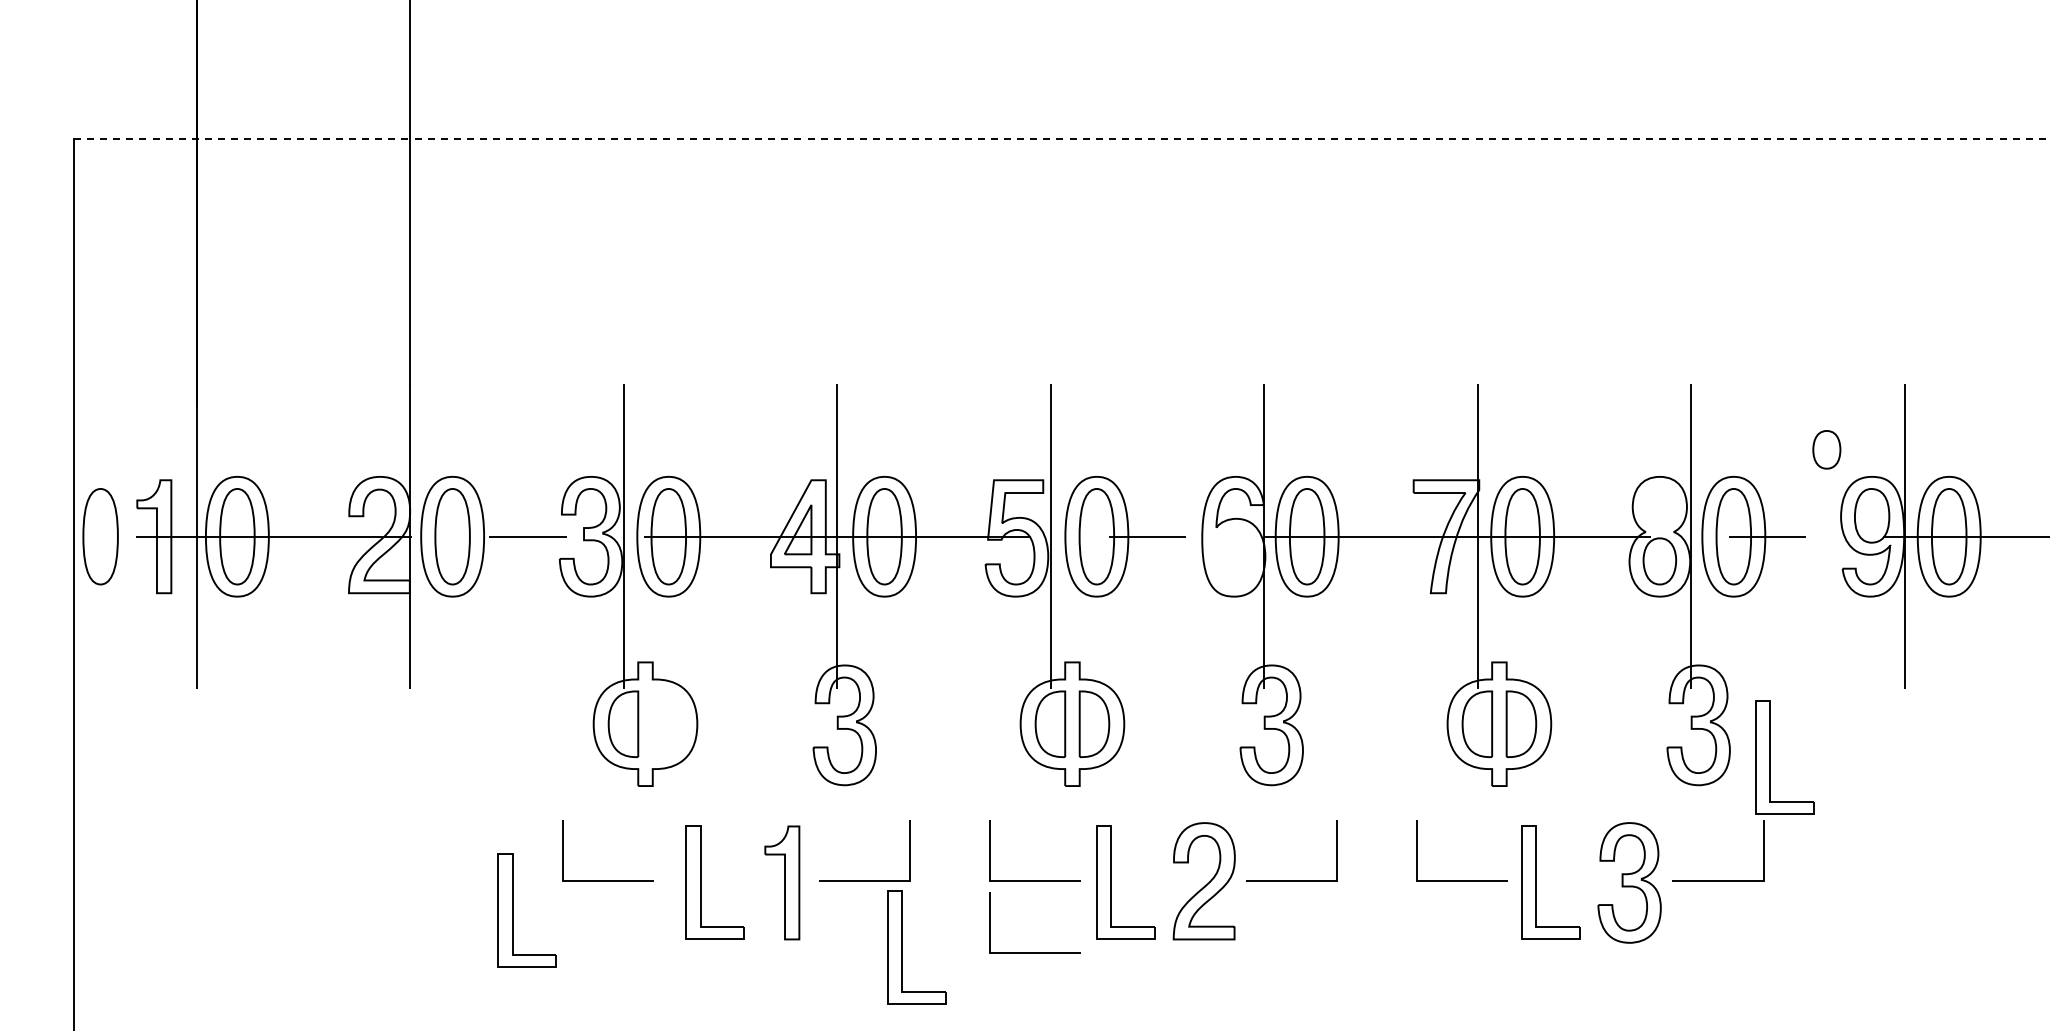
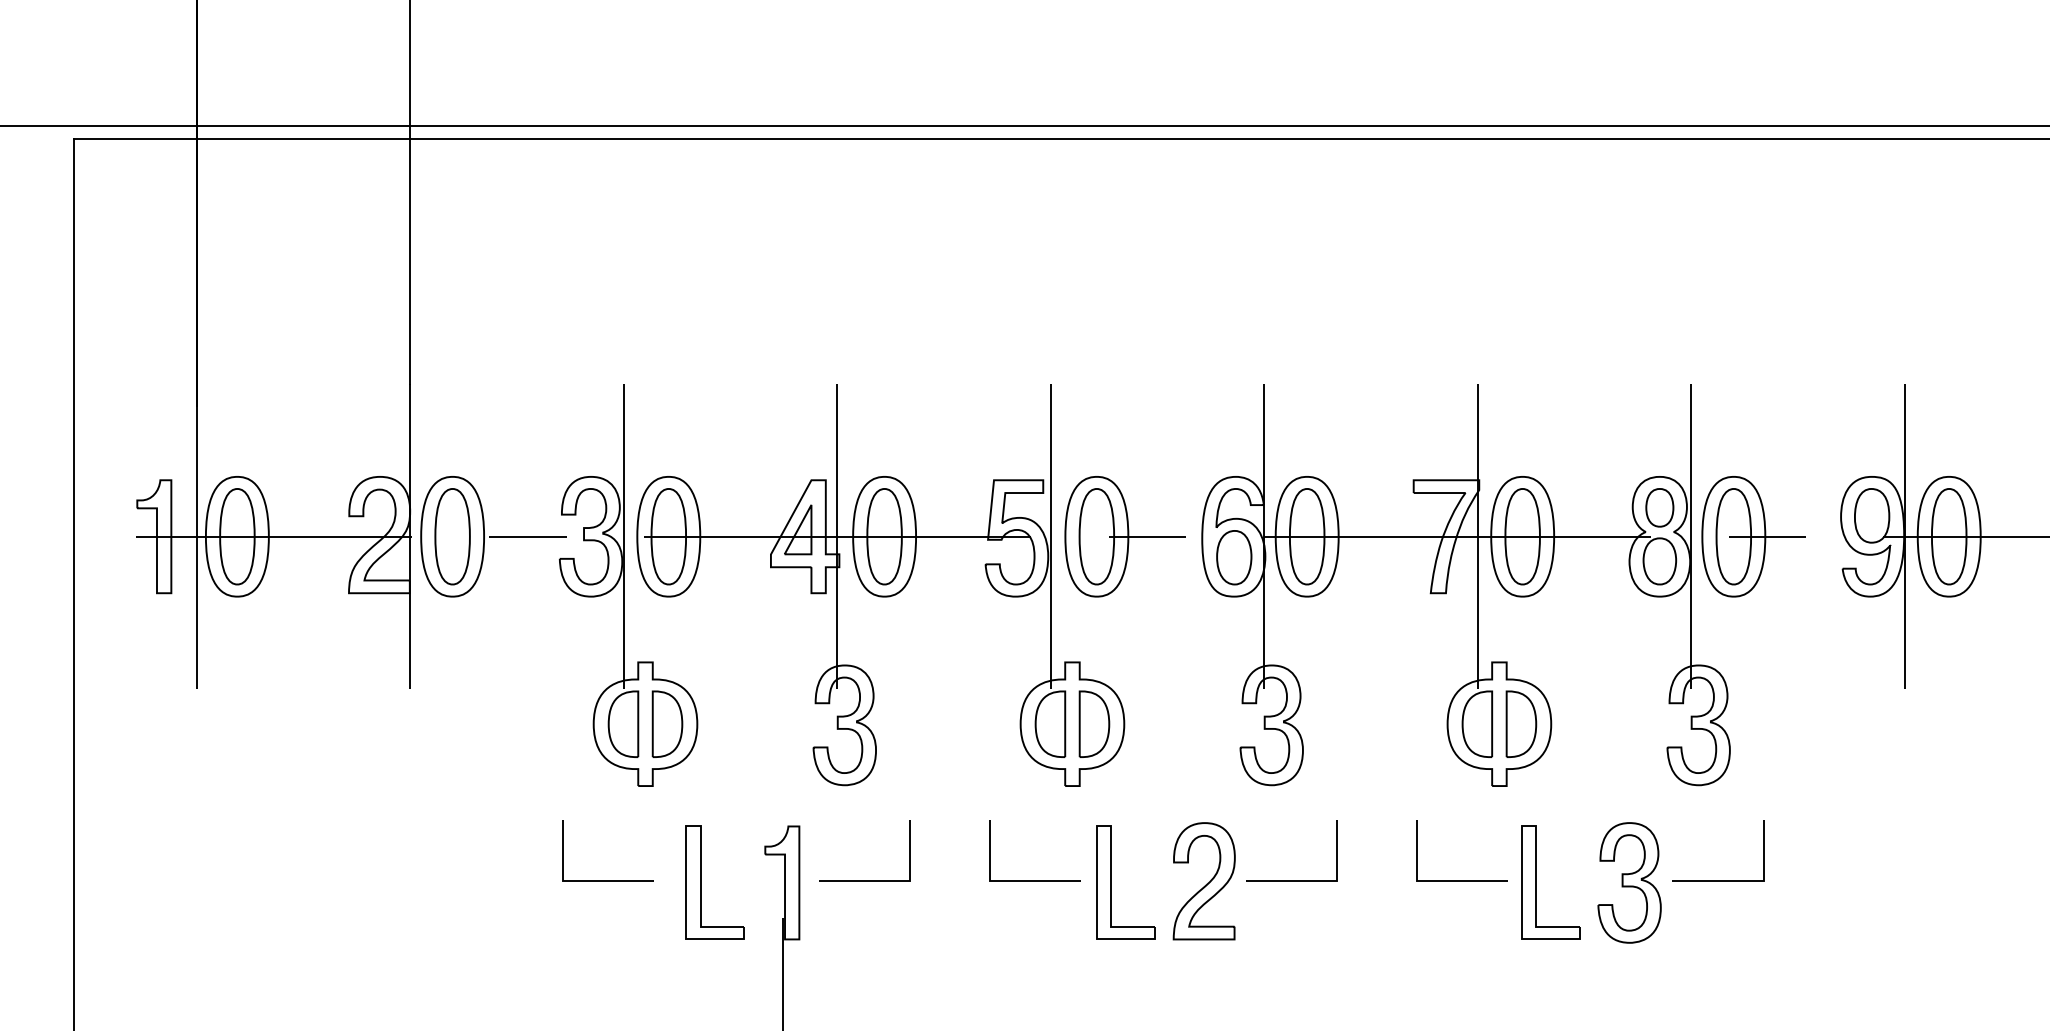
line at (1024, 125): none -> present
line at (1061, 139): dashed -> solid
part at (1826, 449) position: (1826, 449) -> (1659, 507)
part at (100, 536): present -> none
part at (1234, 557): none -> present
part at (667, 723): none -> present
part at (1770, 757): present -> none
part at (513, 910): present -> none
part at (902, 947): present -> none
curve at (1034, 952): present -> none
line at (782, 972): none -> present
